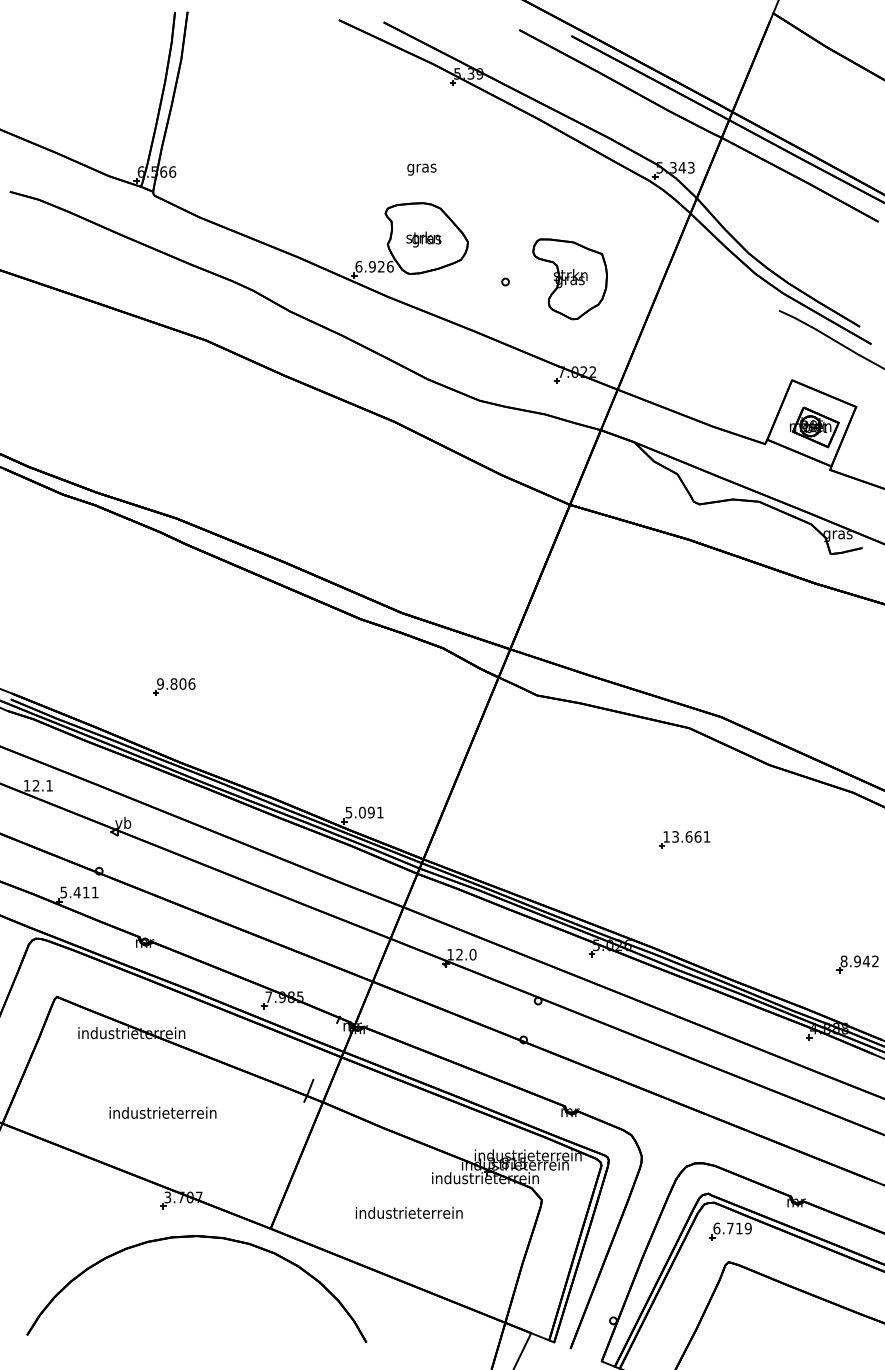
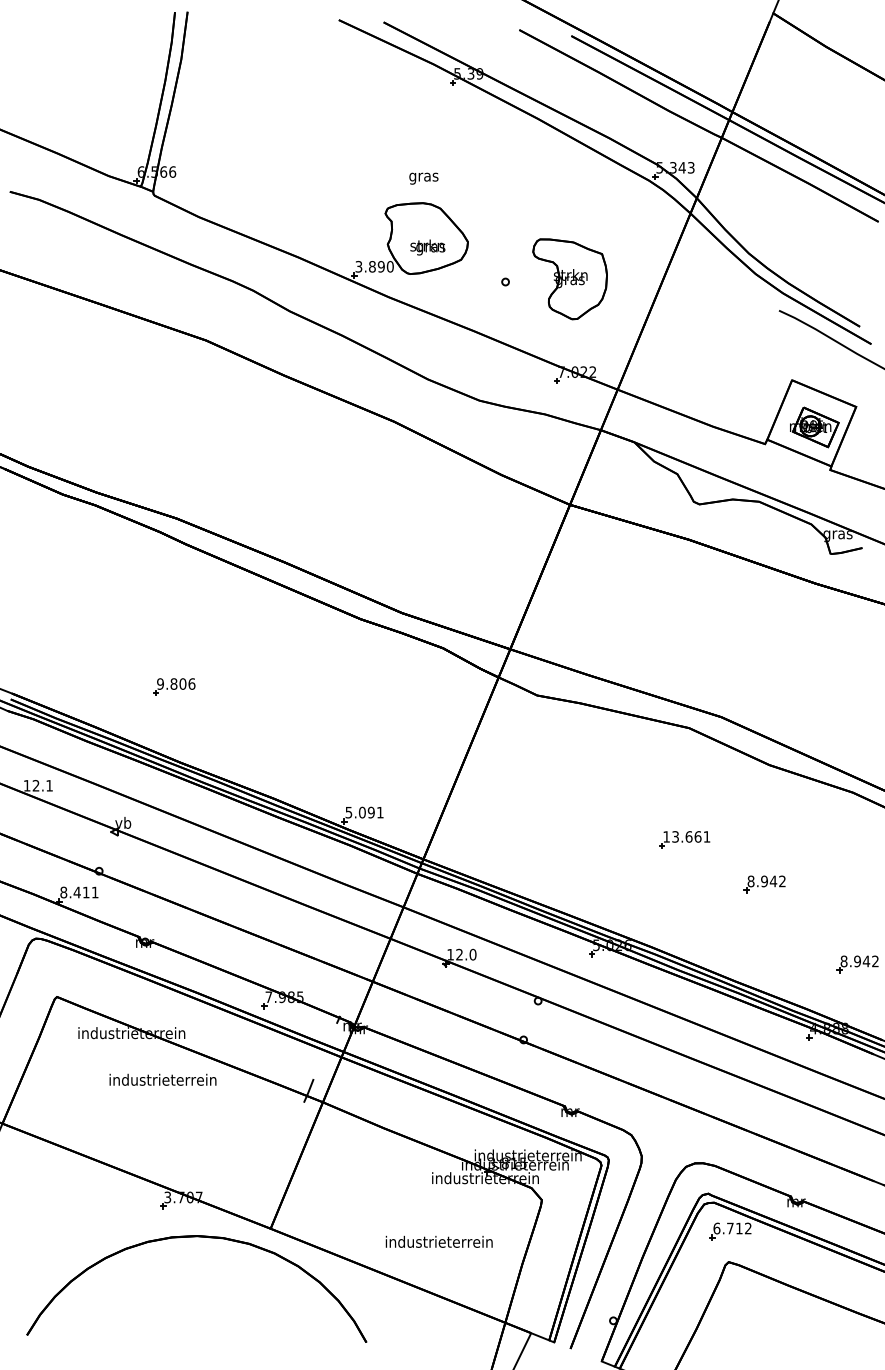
text at (421, 169) position: (421, 169) -> (423, 178)
text at (423, 239) position: (423, 239) -> (427, 247)
text at (374, 266): 6.926 -> 3.890
part at (764, 884): none -> present
text at (63, 892): 5.411 -> 8.411
text at (162, 1112) position: (162, 1112) -> (162, 1079)
text at (408, 1212) position: (408, 1212) -> (438, 1241)
text at (747, 1228): 6.719 -> 6.712
